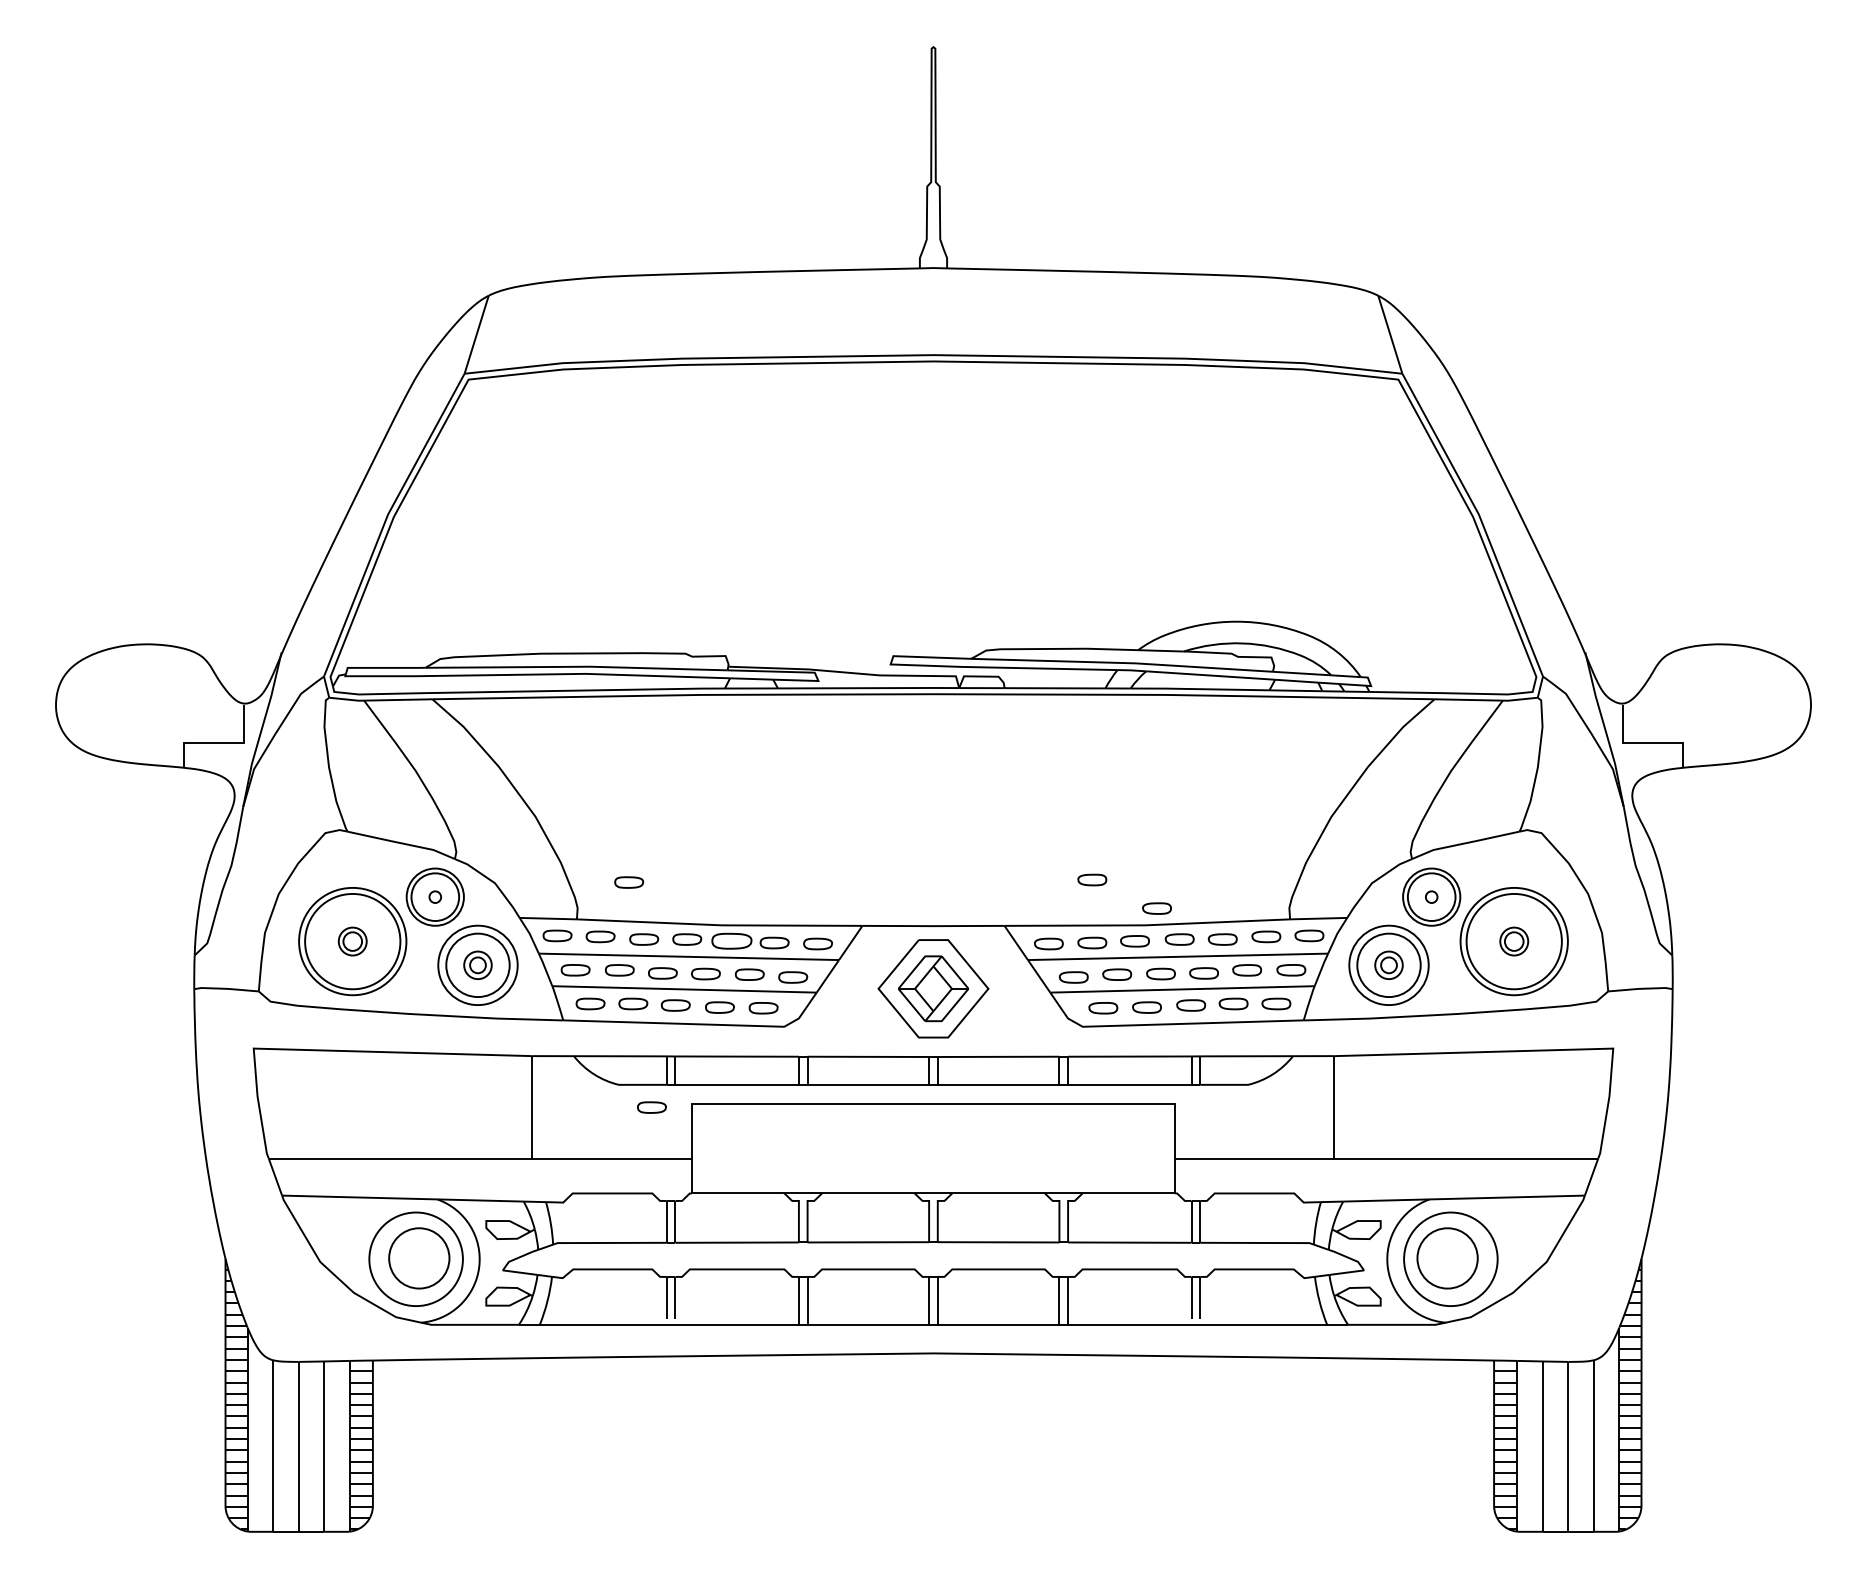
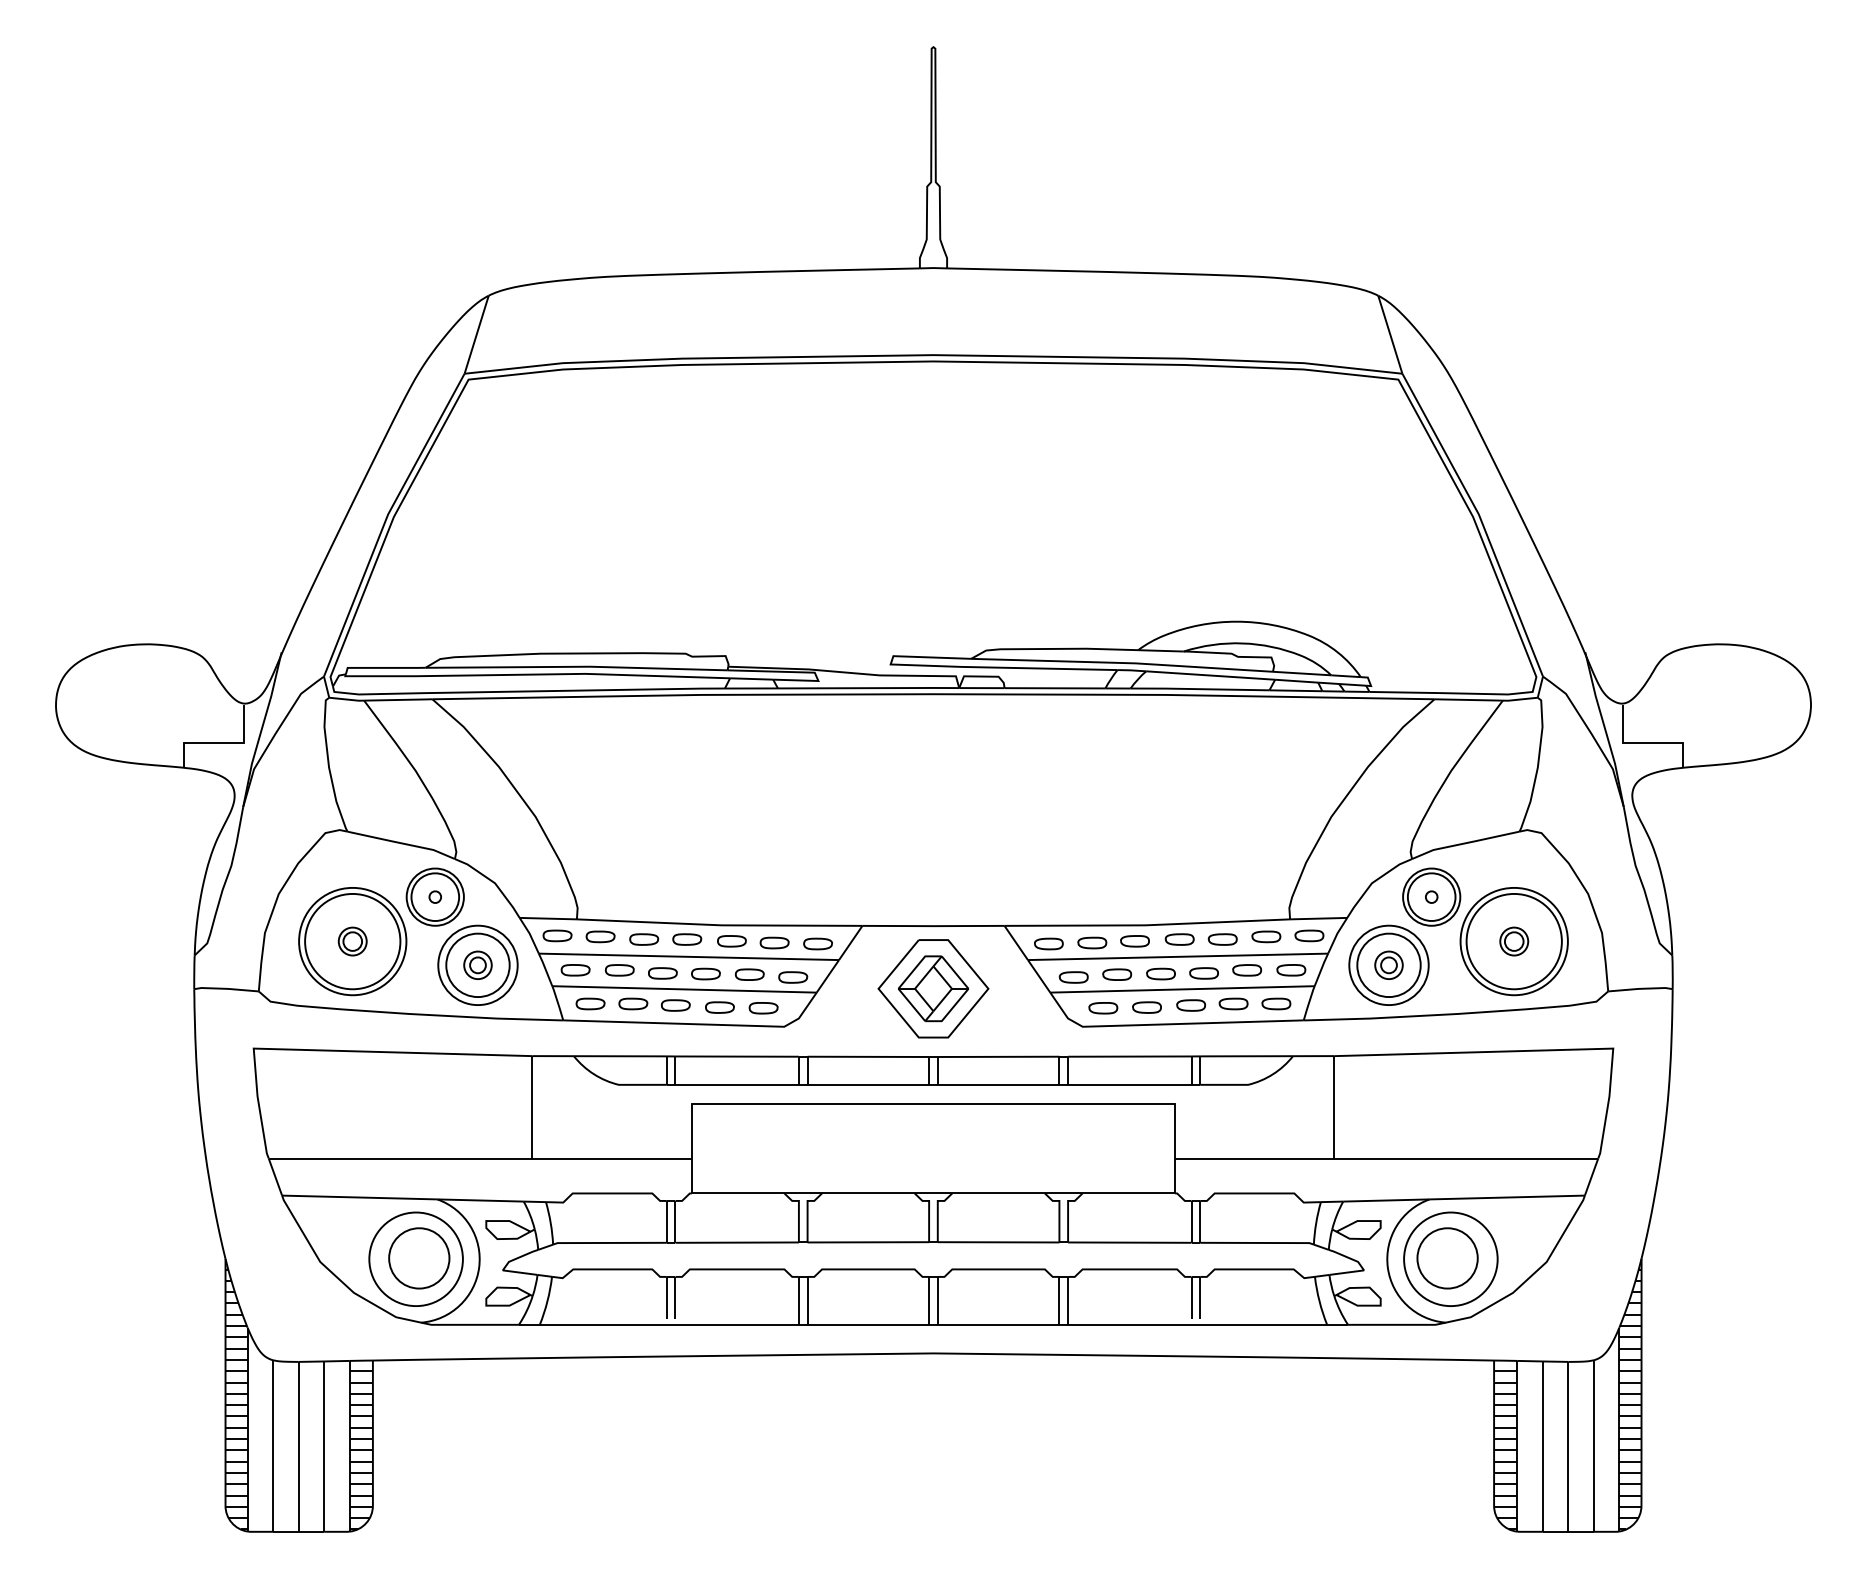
part at (1092, 879): present -> none
part at (629, 882): present -> none
part at (1156, 908): present -> none
part at (731, 940) size: 42x18 px -> 30x13 px
part at (651, 1107): present -> none
